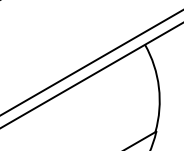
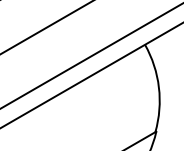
line at (46, 27): none -> present
line at (91, 62) position: (91, 62) -> (91, 56)
